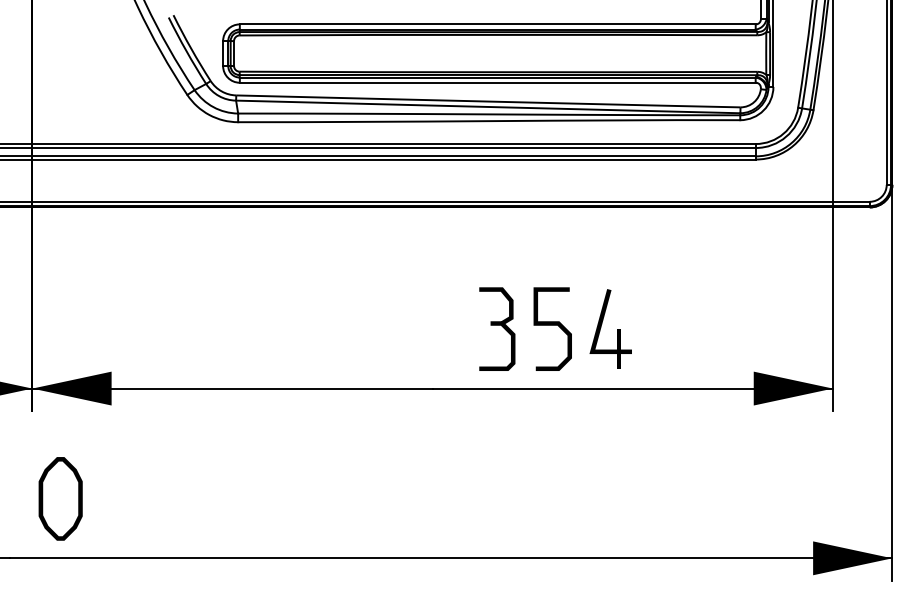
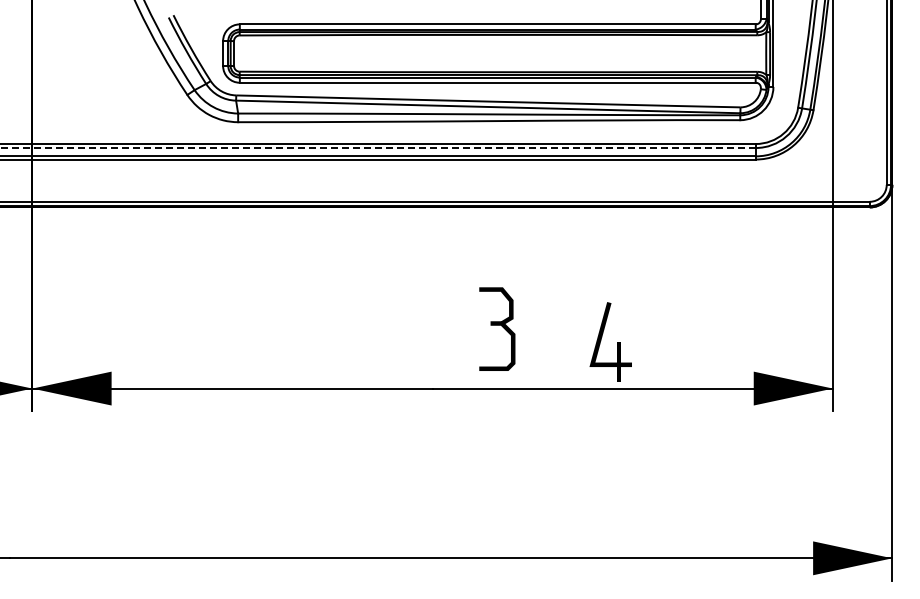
line at (378, 148): solid -> dashed
curve at (552, 325): present -> none
part at (617, 329) position: (617, 329) -> (617, 342)
part at (60, 498): present -> none
